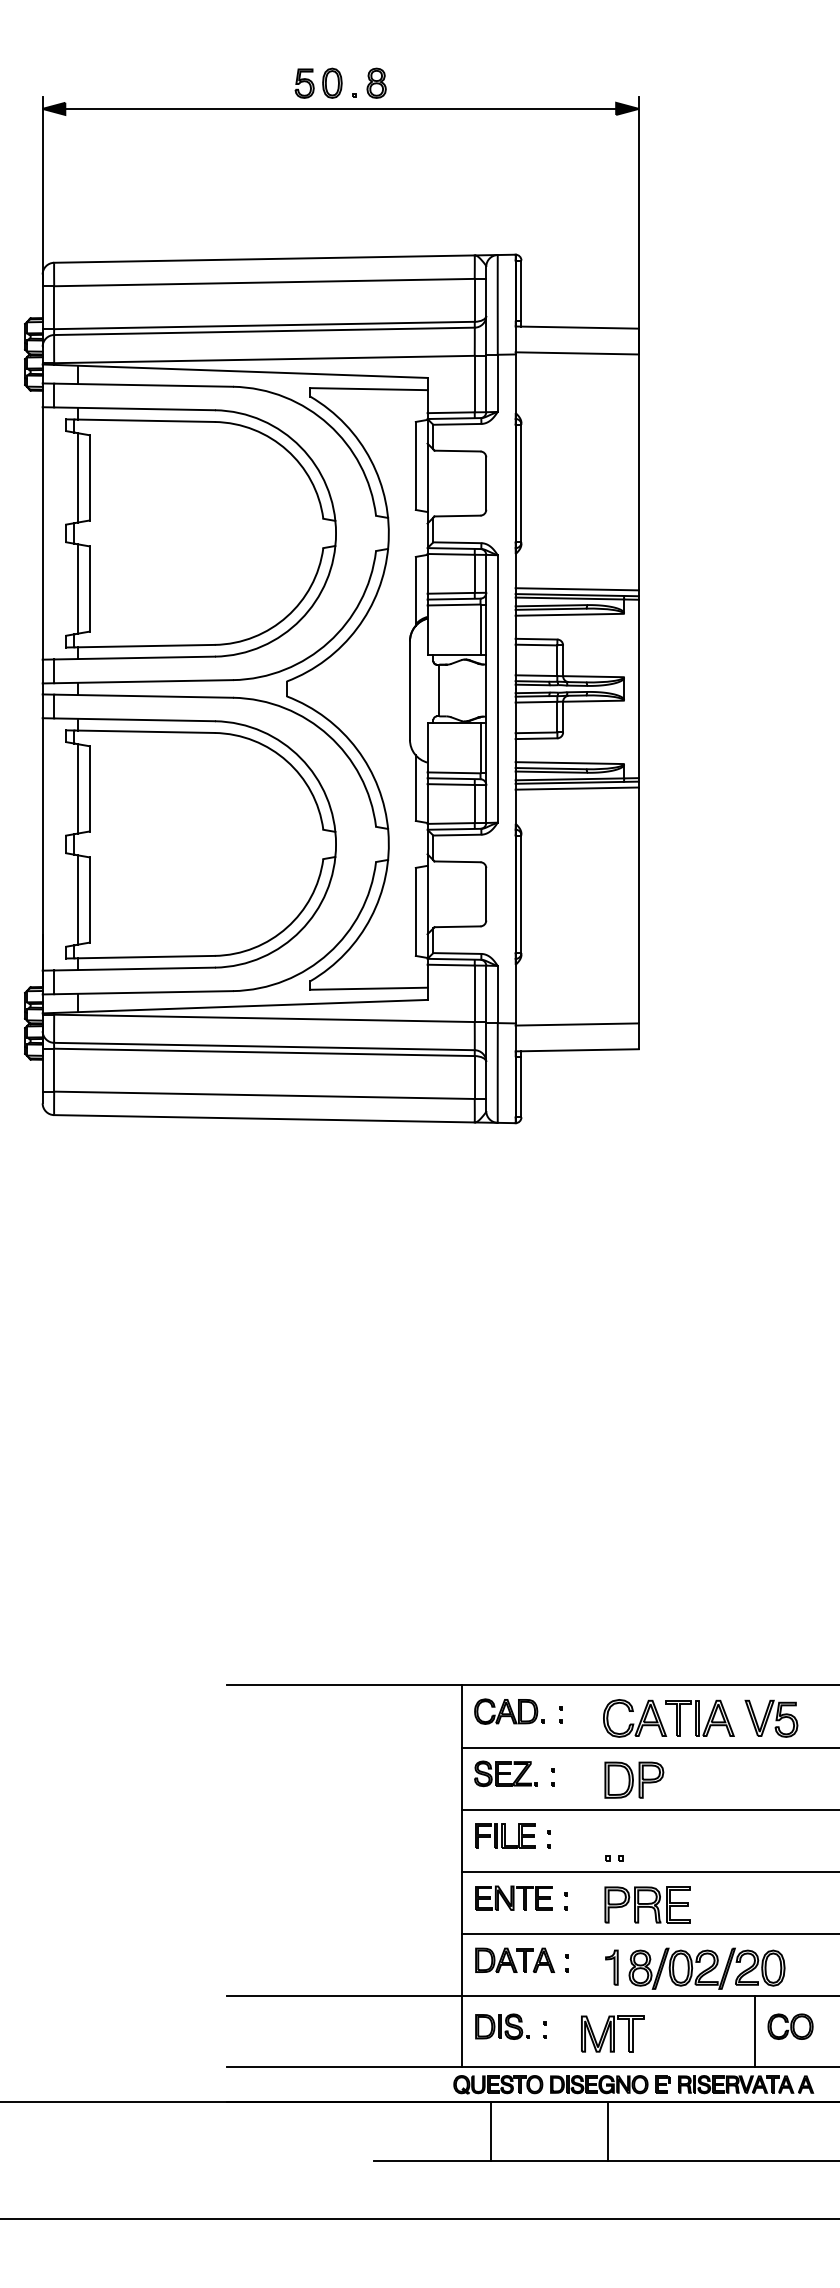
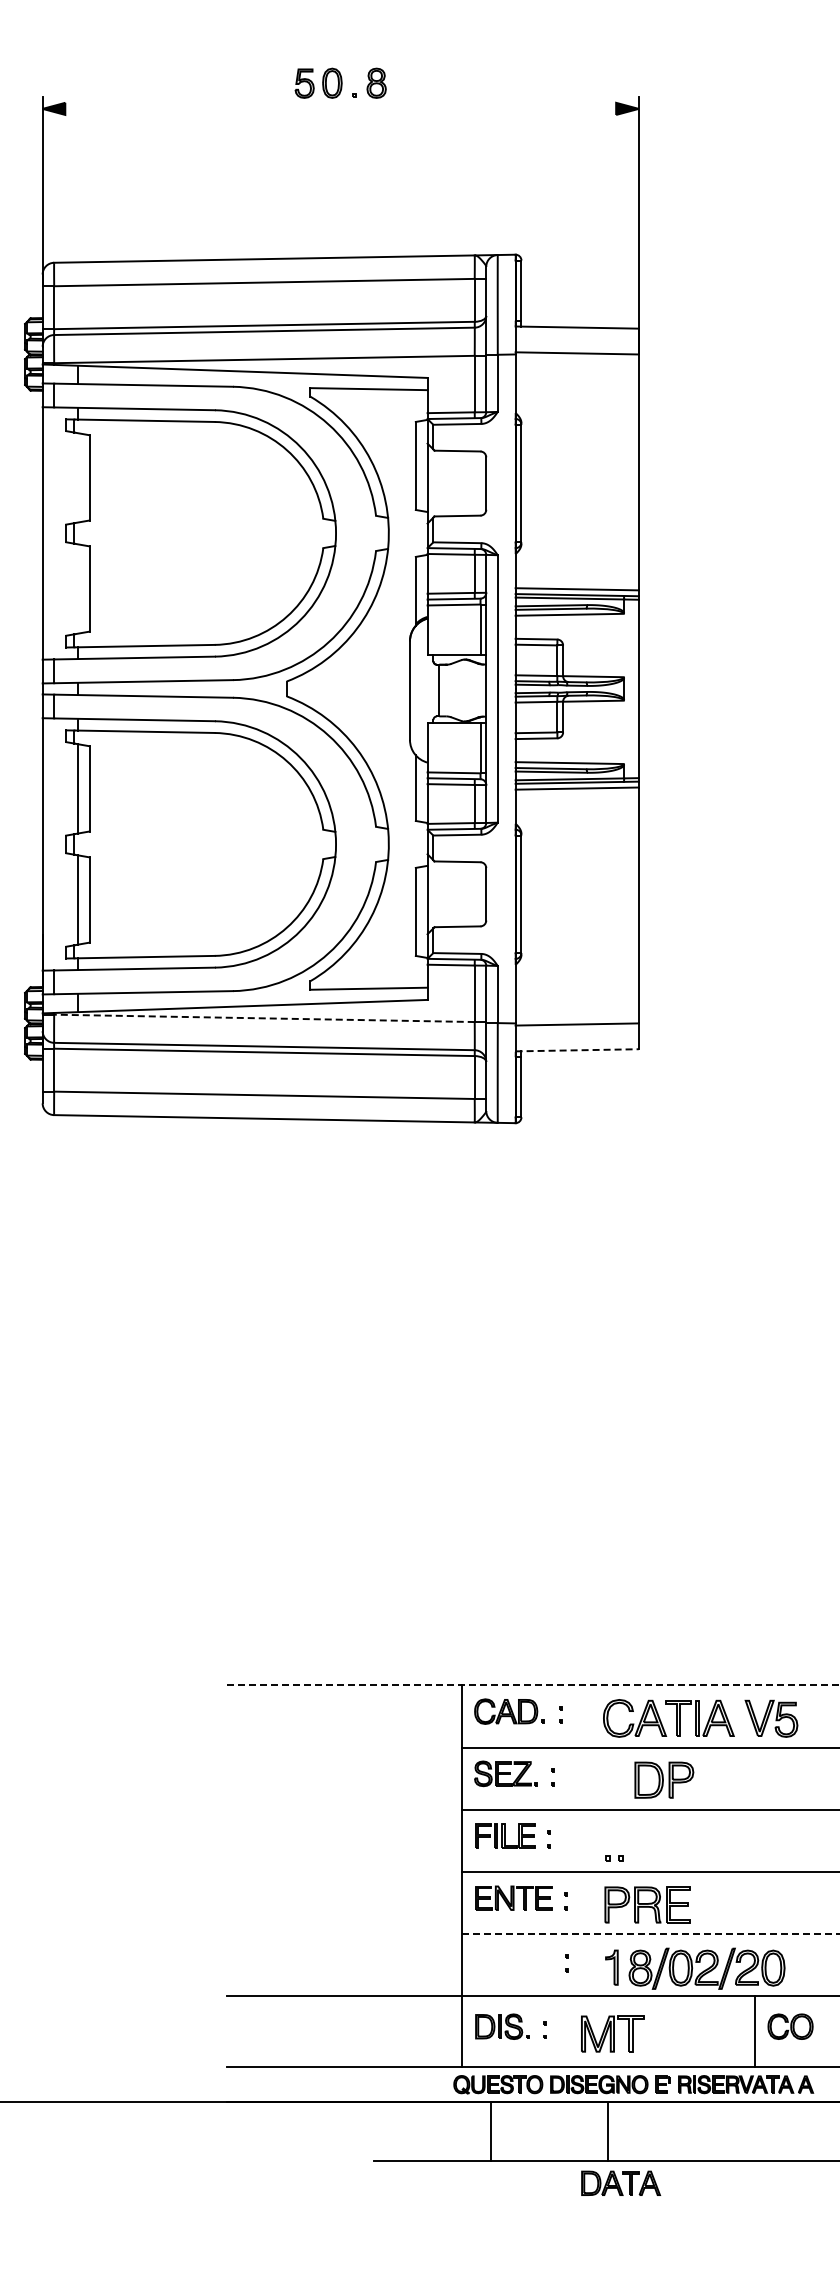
line at (340, 108): present -> none
line at (77, 477): present -> none
line at (77, 588): present -> none
line at (263, 1018): solid -> dashed
line at (577, 1050): solid -> dashed
line at (533, 1685): solid -> dashed
part at (634, 1779) position: (634, 1779) -> (664, 1779)
line at (650, 1934): solid -> dashed
part at (515, 1959) position: (515, 1959) -> (621, 2182)
line at (419, 2219): present -> none
